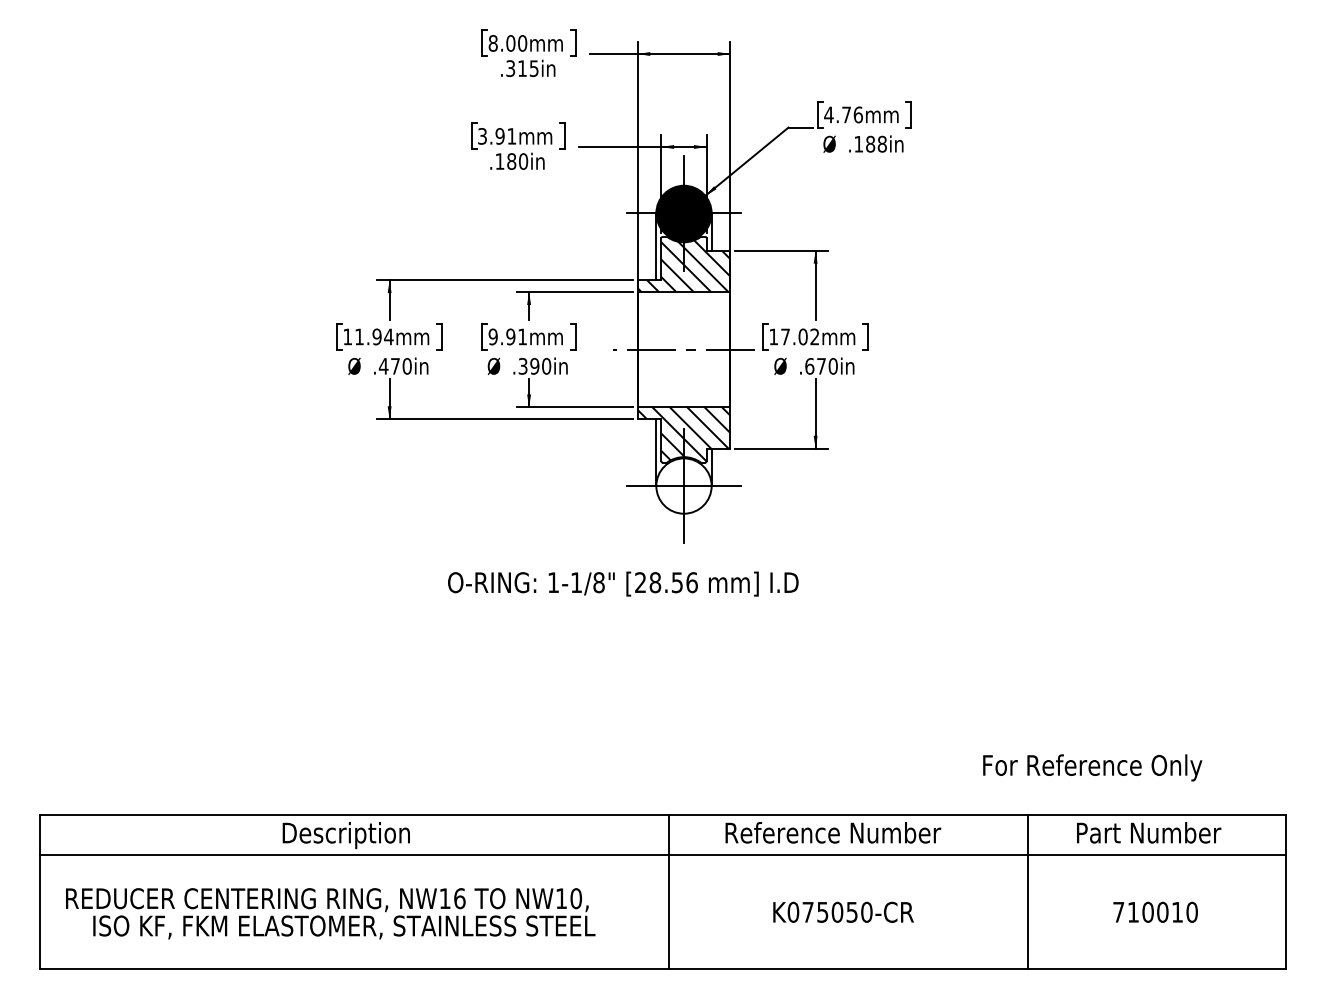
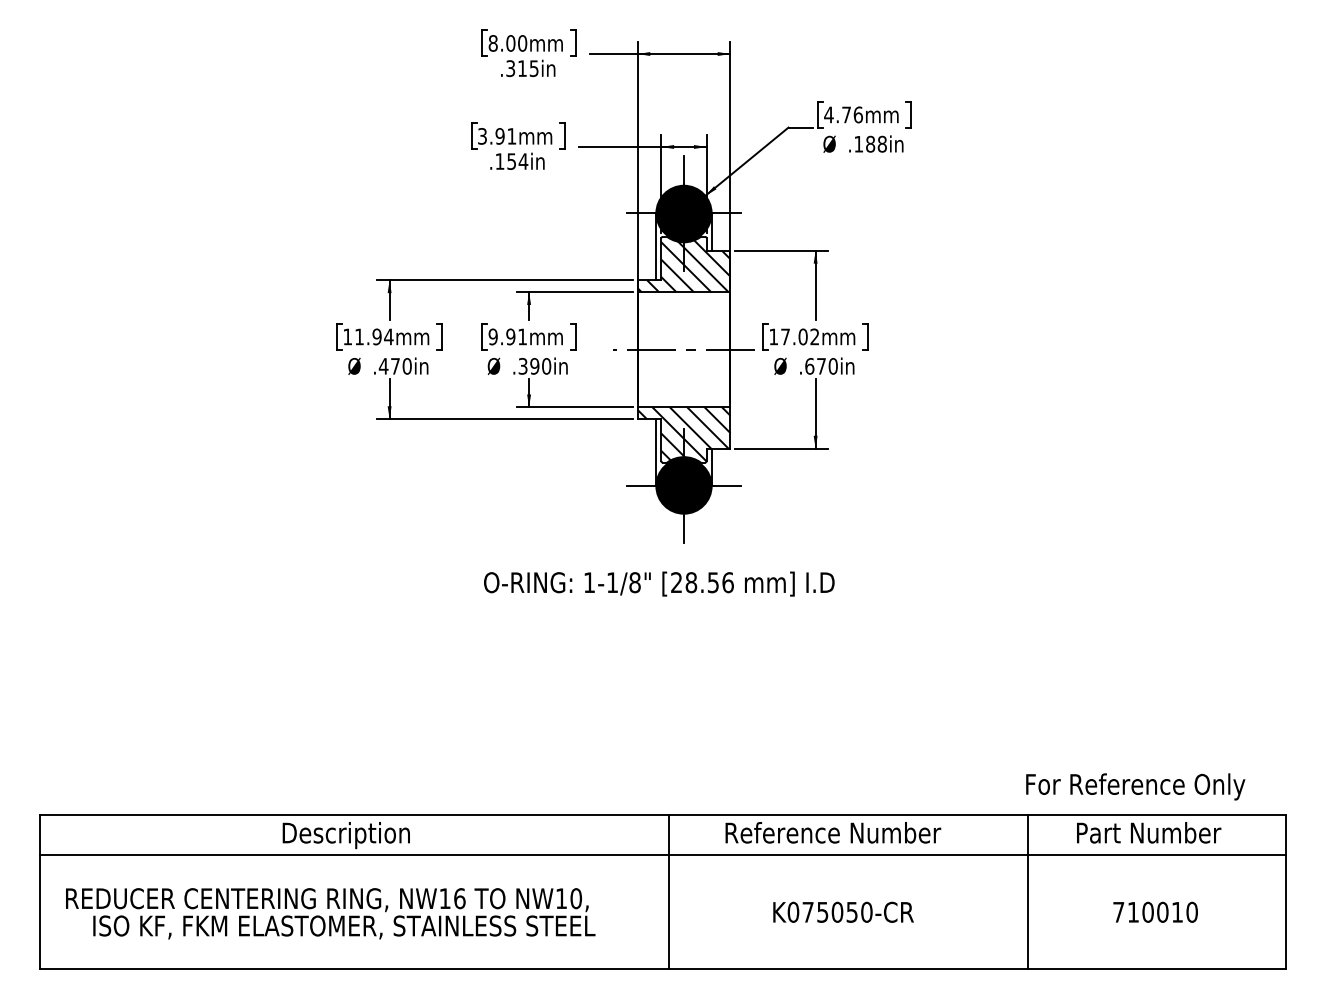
text at (517, 161): .180in -> .154in
fill at (683, 485): none -> present
text at (623, 583) position: (623, 583) -> (659, 583)
text at (1092, 767) position: (1092, 767) -> (1135, 786)
